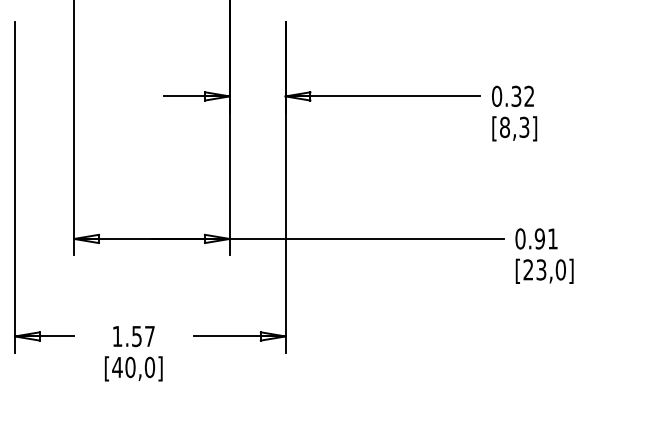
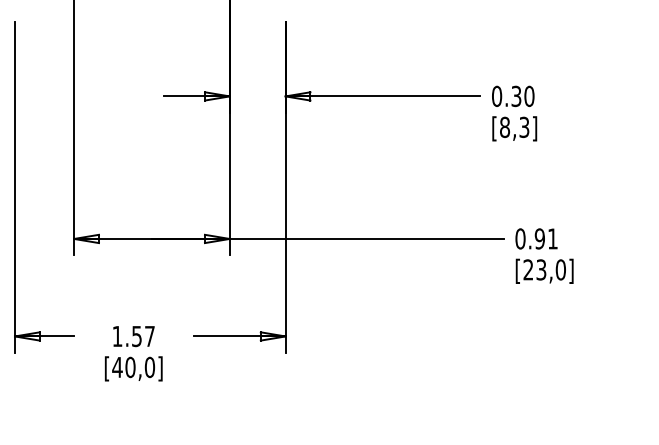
text at (529, 96): 0.32 -> 0.30
